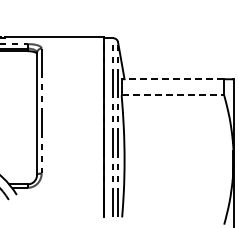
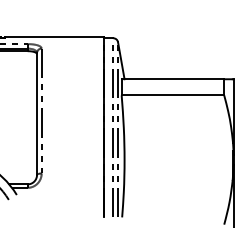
line at (172, 79): dashed -> solid
line at (173, 95): dashed -> solid
